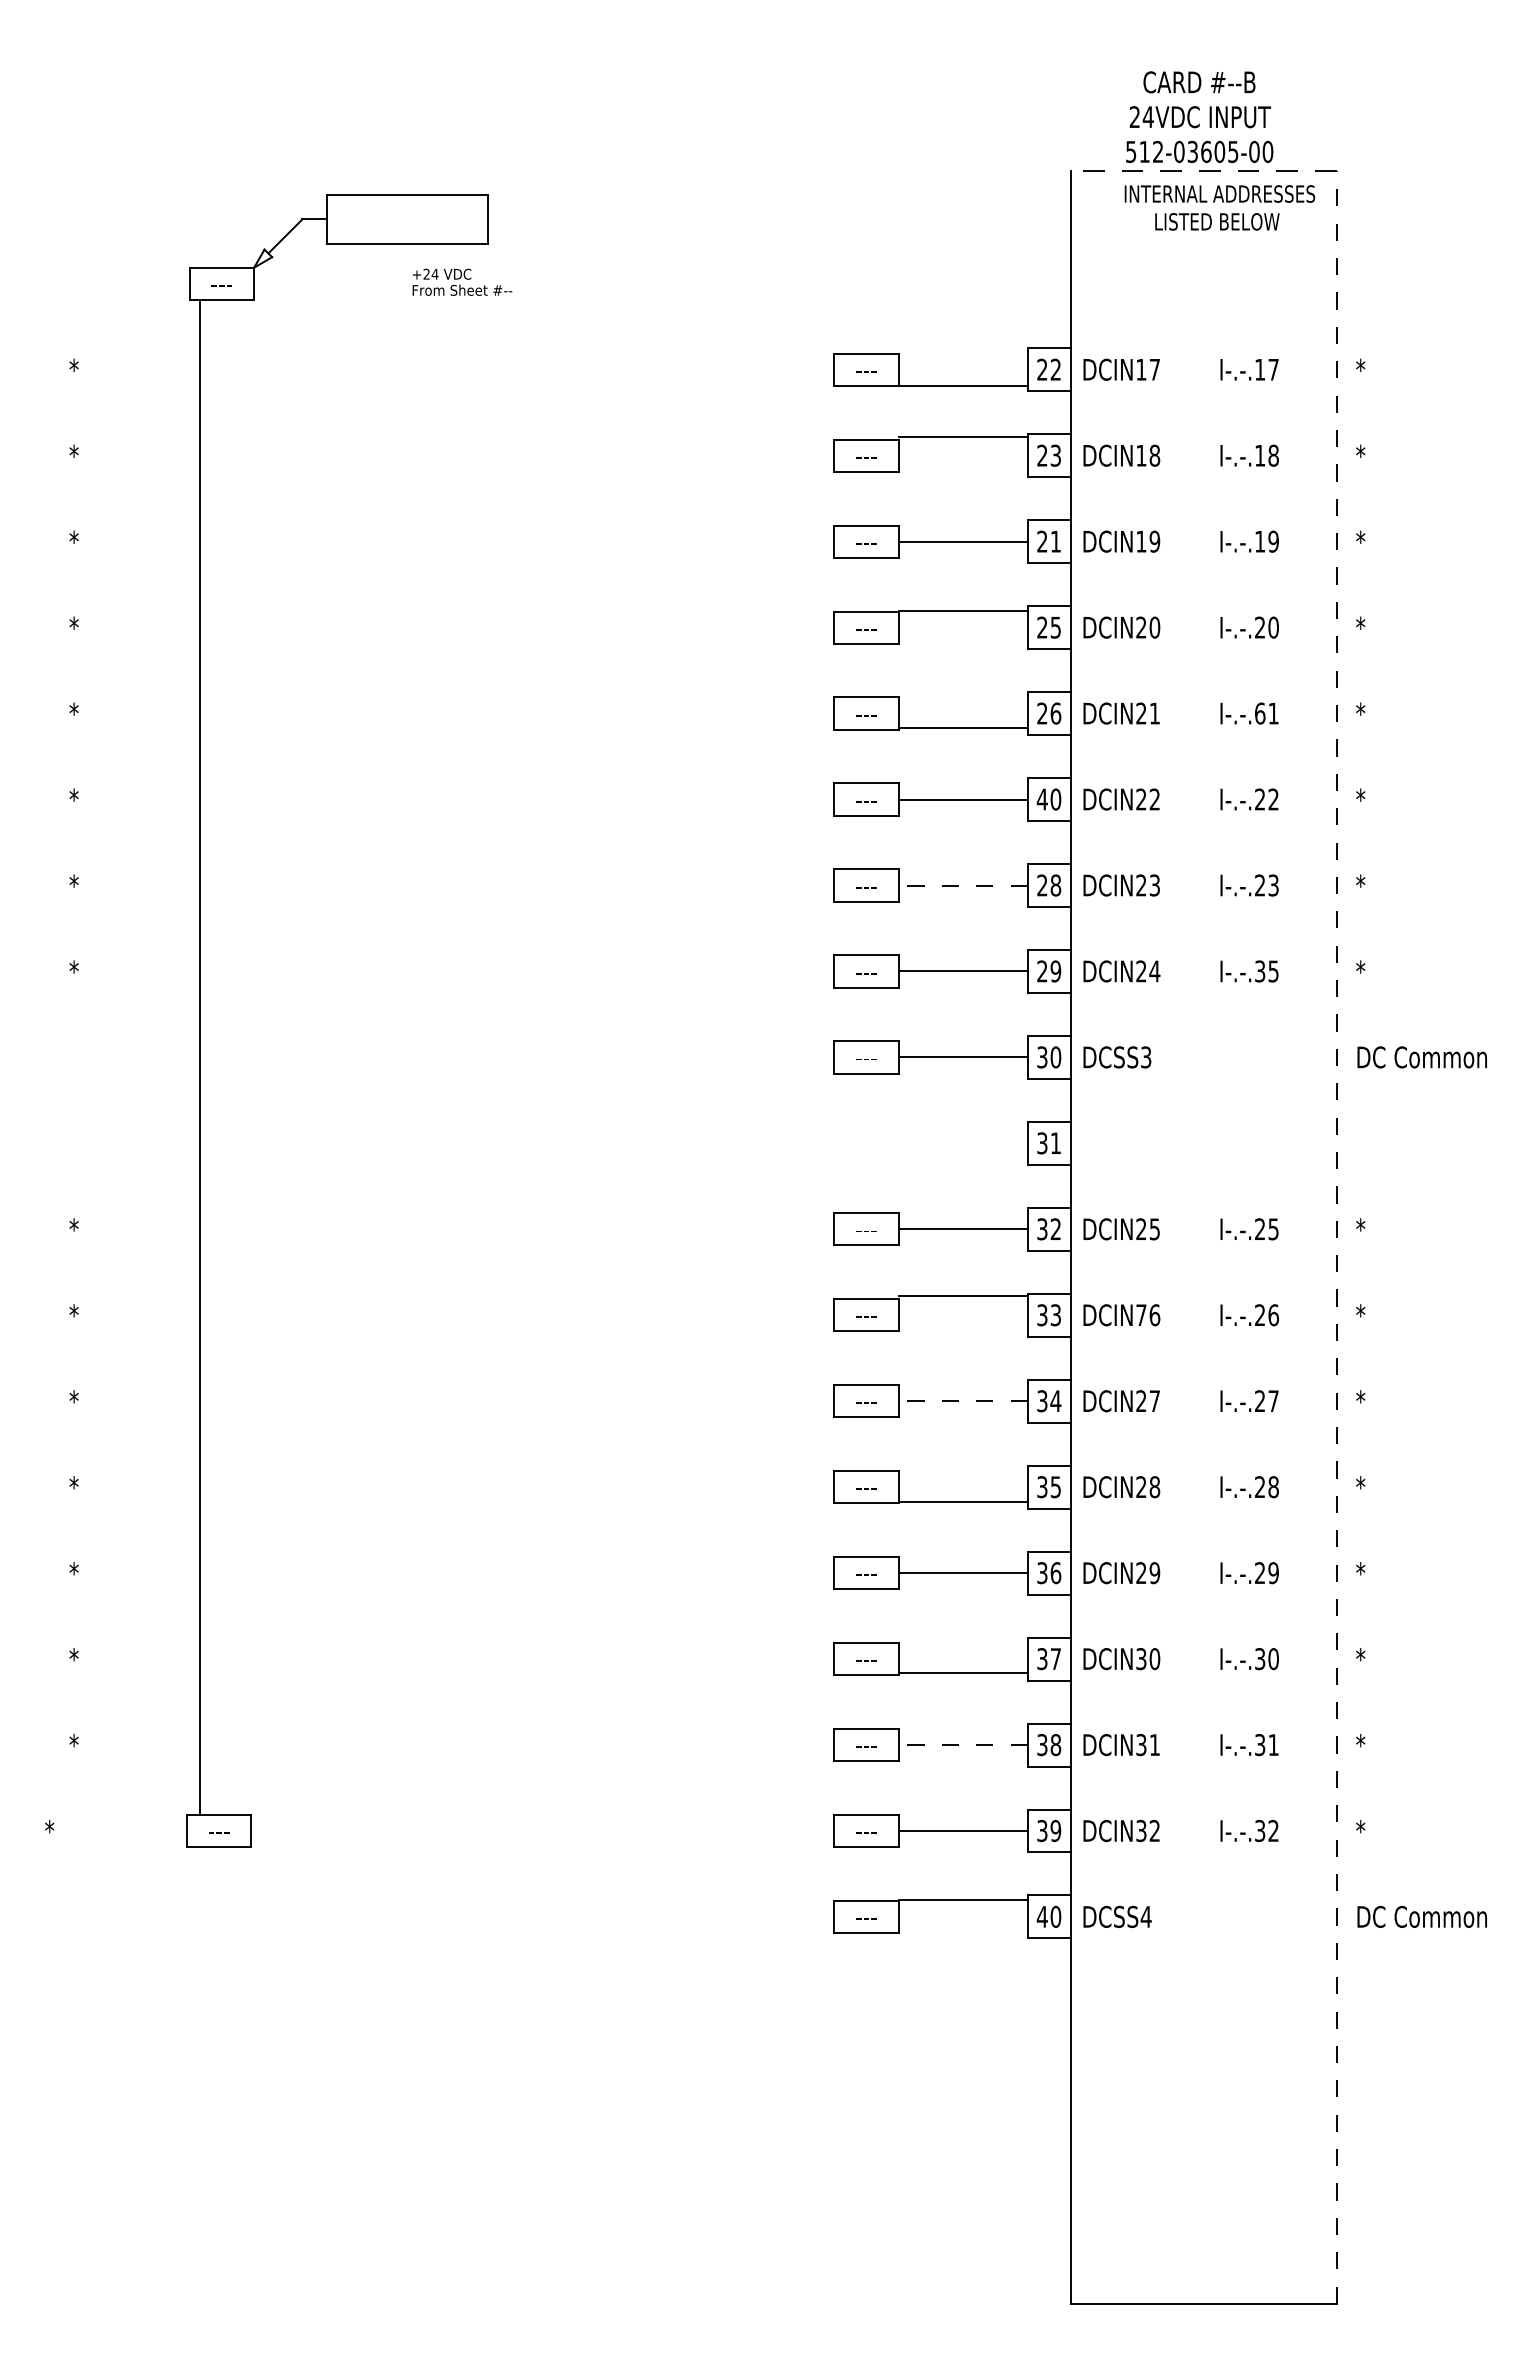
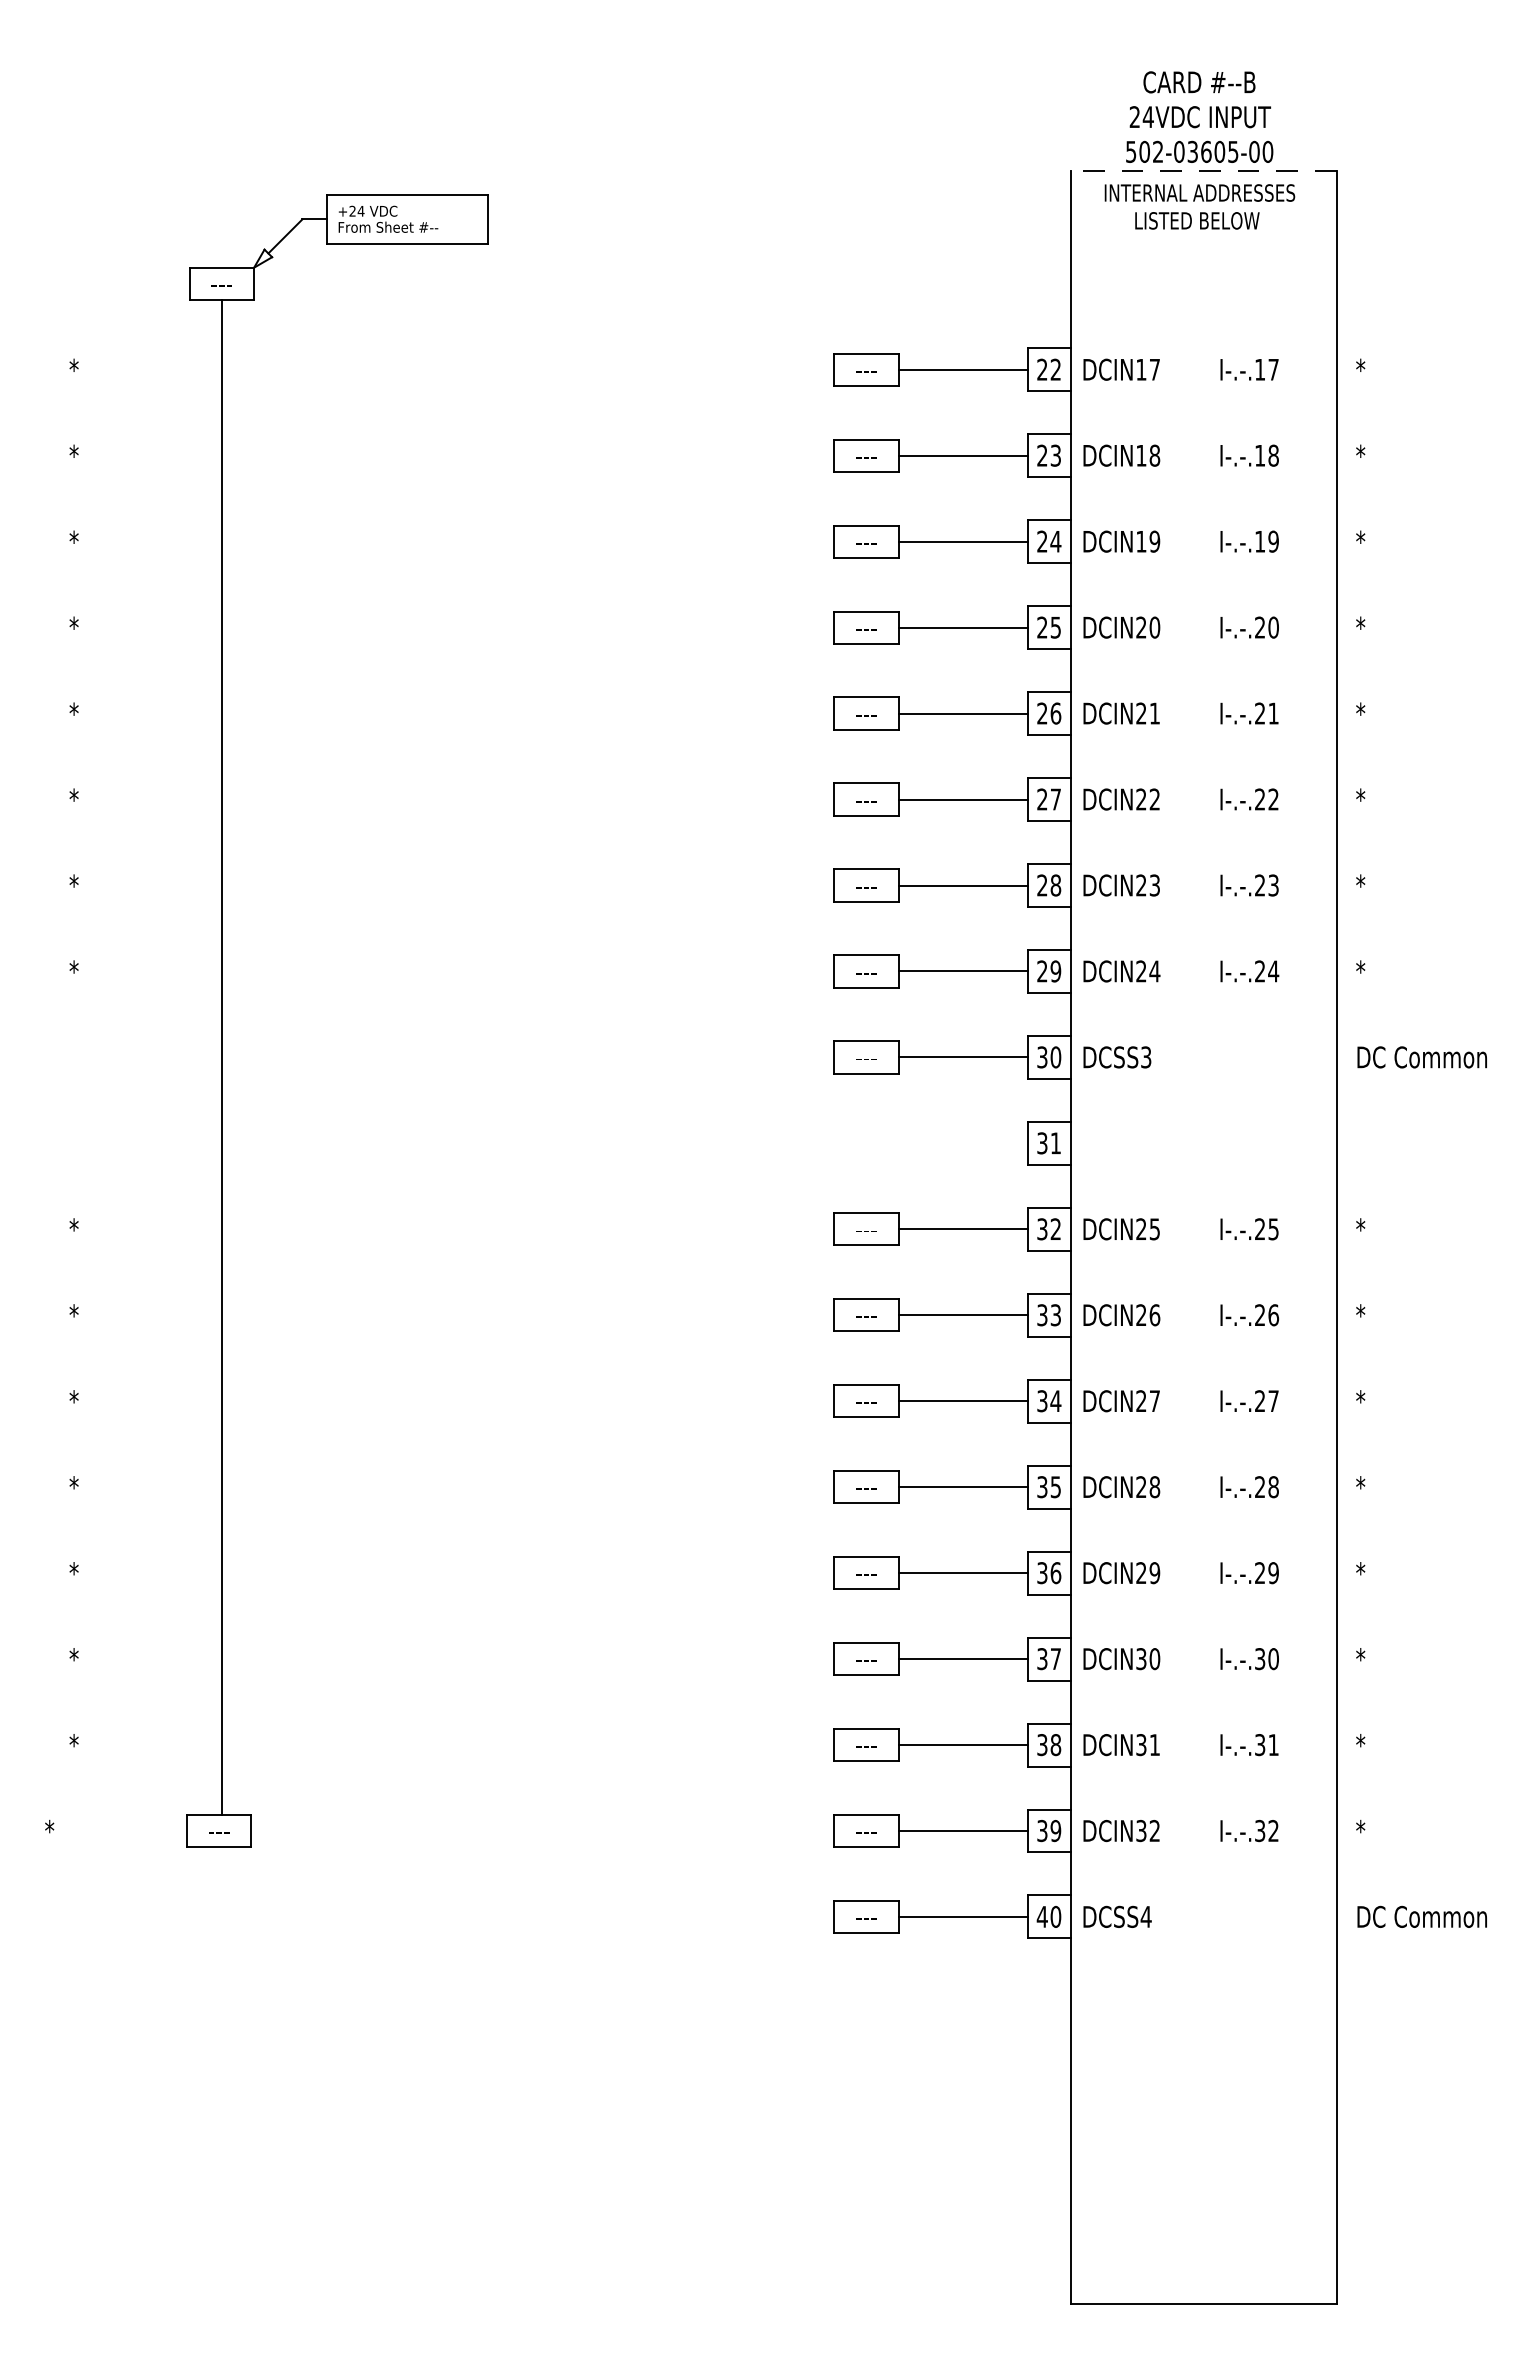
text at (1144, 151): 512-03605-00 -> 502-03605-00
text at (1219, 207) position: (1219, 207) -> (1199, 206)
text at (462, 281) position: (462, 281) -> (388, 218)
line at (962, 385) position: (962, 385) -> (962, 369)
line at (962, 436) position: (962, 436) -> (962, 455)
text at (1055, 541): 21 -> 24
line at (962, 610) position: (962, 610) -> (962, 627)
text at (1260, 713): I-.-.61 -> I-.-.21
line at (962, 727) position: (962, 727) -> (962, 713)
text at (1048, 799): 40 -> 27
line at (962, 885): dashed -> solid
text at (1267, 971): I-.-.35 -> I-.-.24
line at (199, 1056) position: (199, 1056) -> (221, 1056)
line at (1336, 1236): dashed -> solid
line at (962, 1296) position: (962, 1296) -> (962, 1315)
text at (1141, 1314): DCIN76 -> DCIN26
line at (962, 1401): dashed -> solid
line at (962, 1502) position: (962, 1502) -> (962, 1487)
line at (962, 1673) position: (962, 1673) -> (962, 1659)
line at (962, 1745): dashed -> solid
line at (962, 1899) position: (962, 1899) -> (962, 1916)
